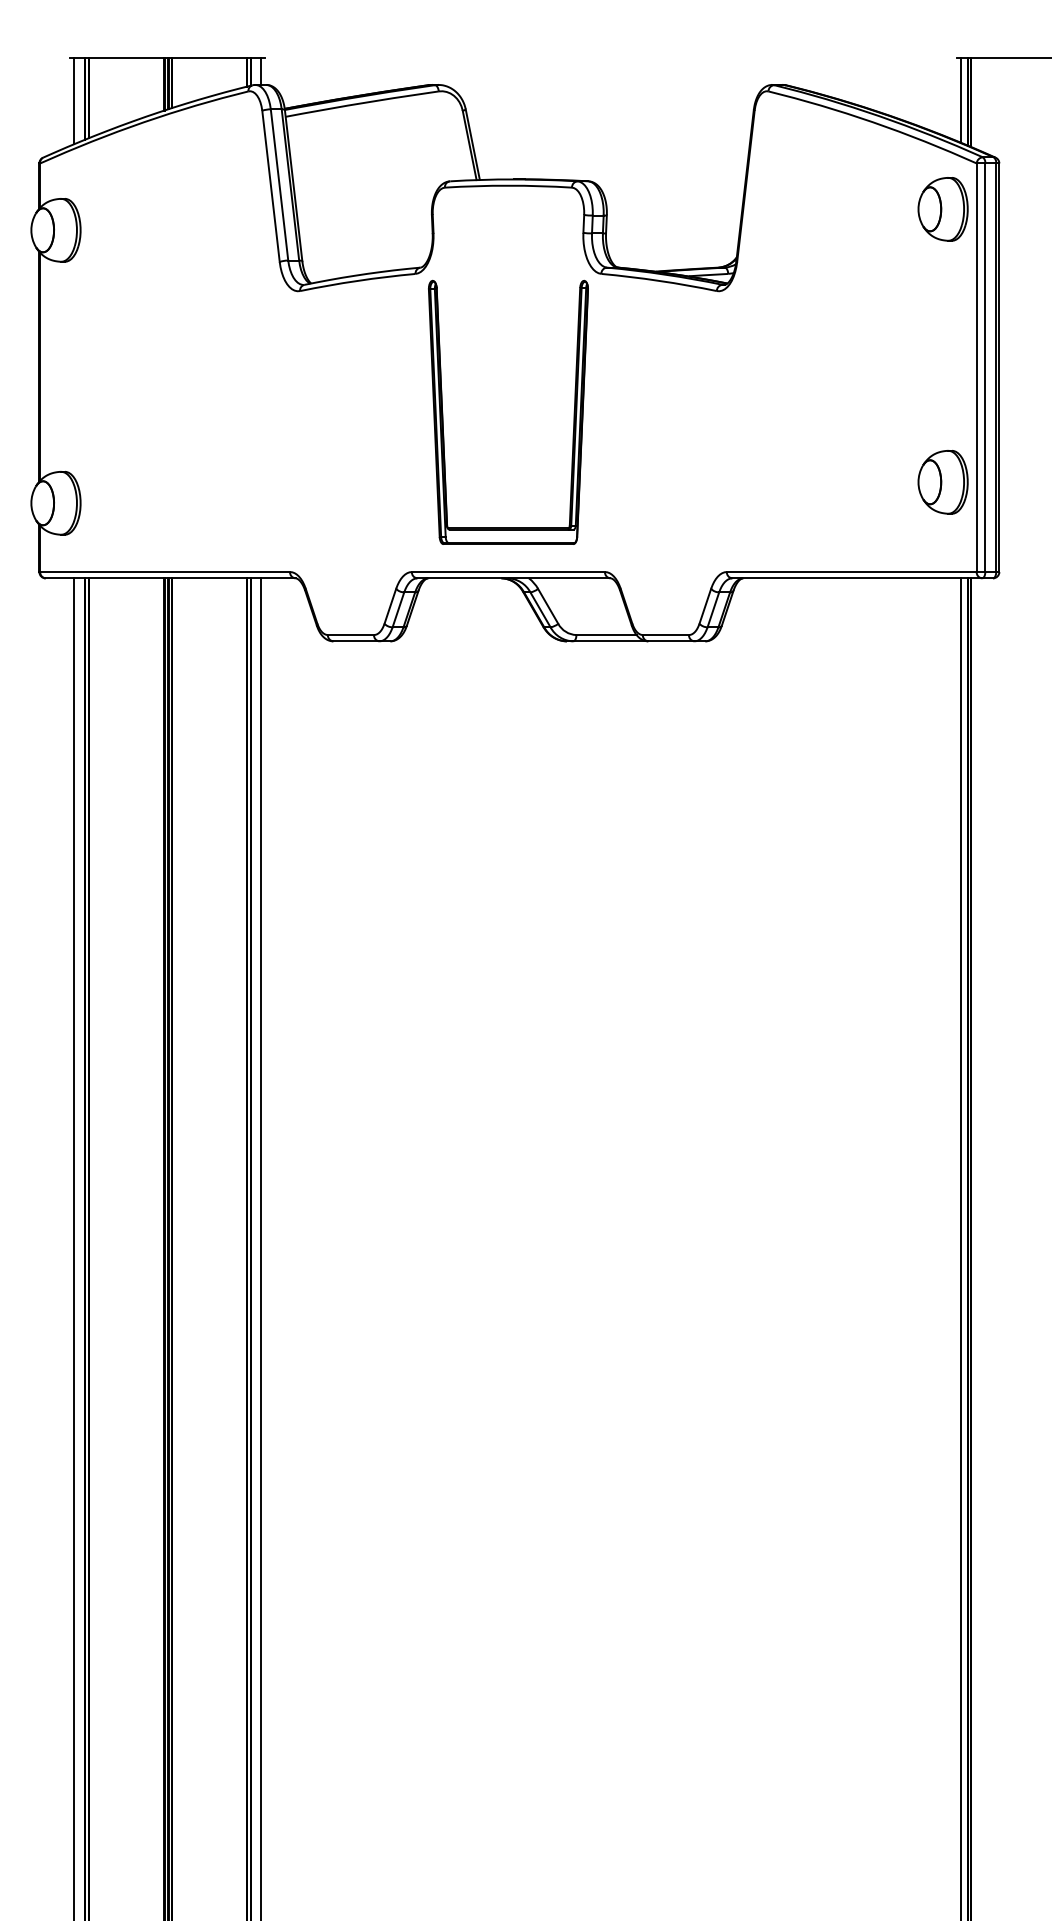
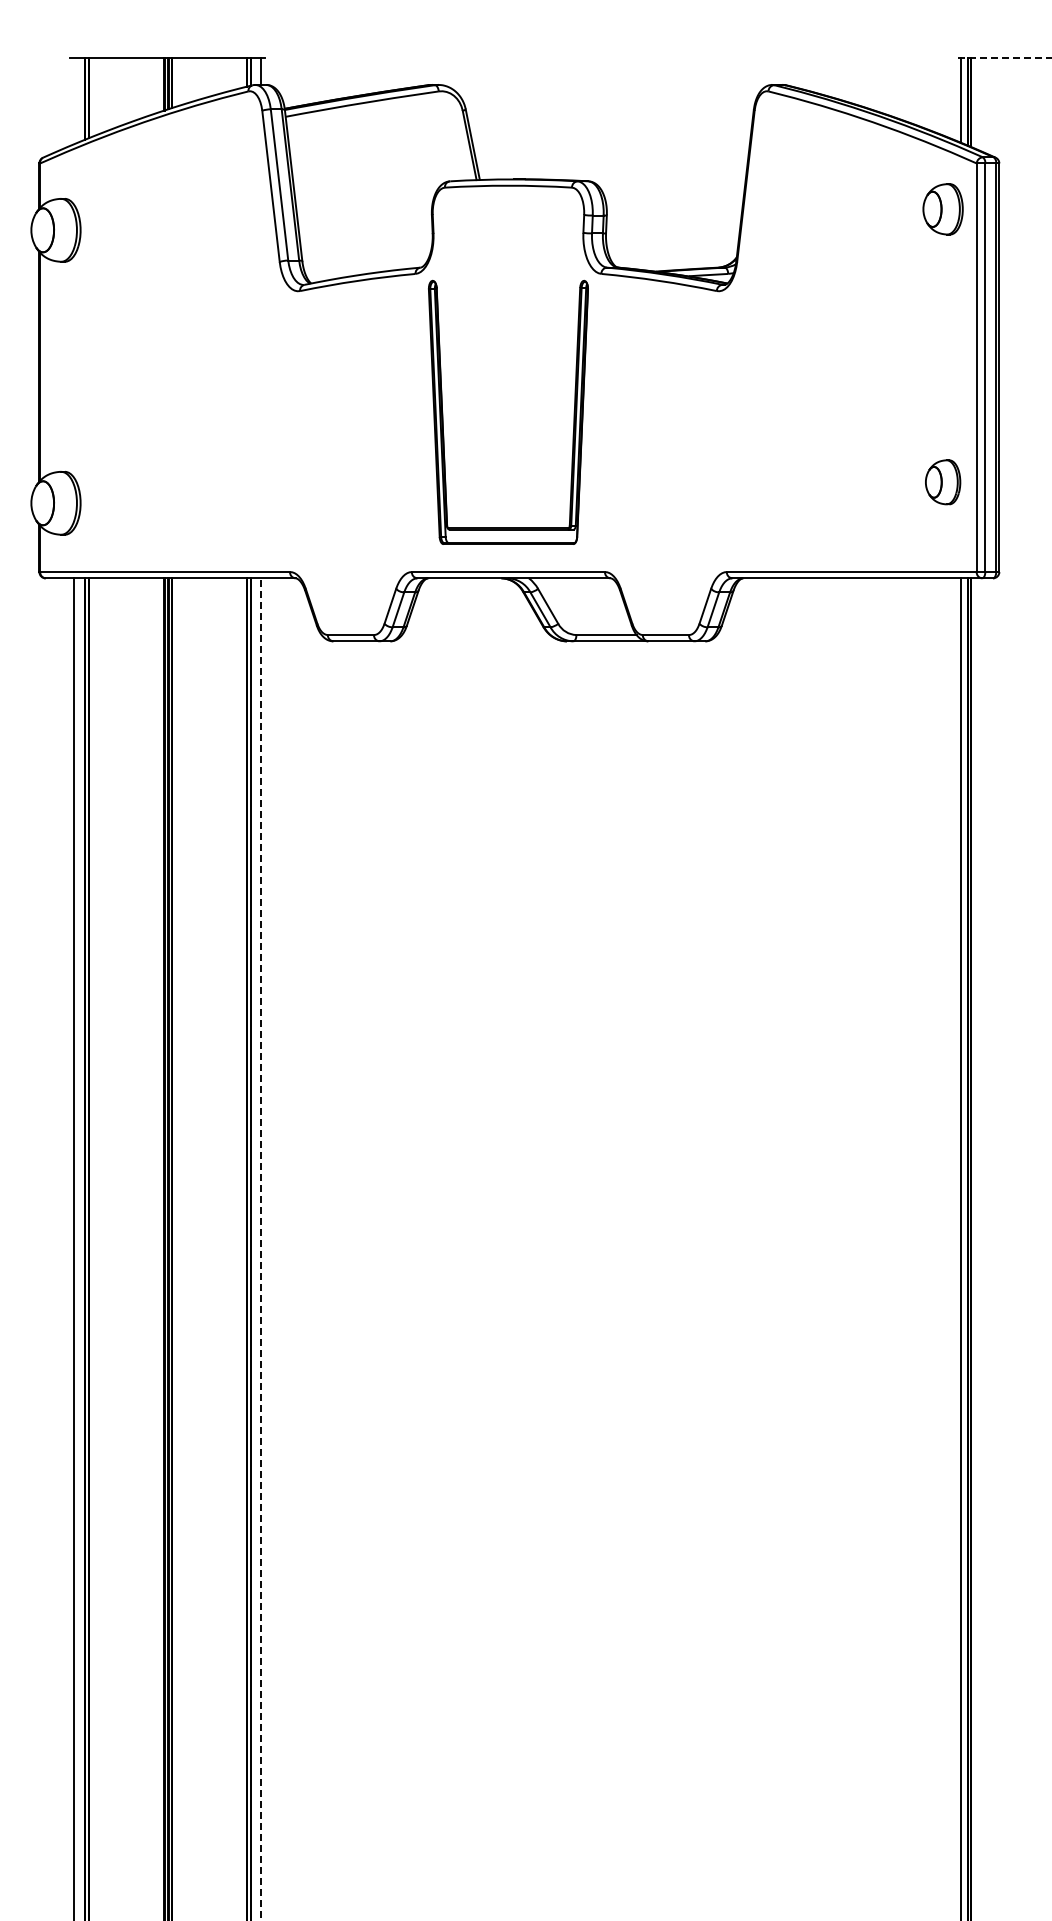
line at (1003, 57): solid -> dashed
line at (74, 100): present -> none
part at (942, 209) size: 52x65 px -> 42x53 px
part at (942, 482) size: 52x65 px -> 37x47 px
line at (261, 1249): solid -> dashed
